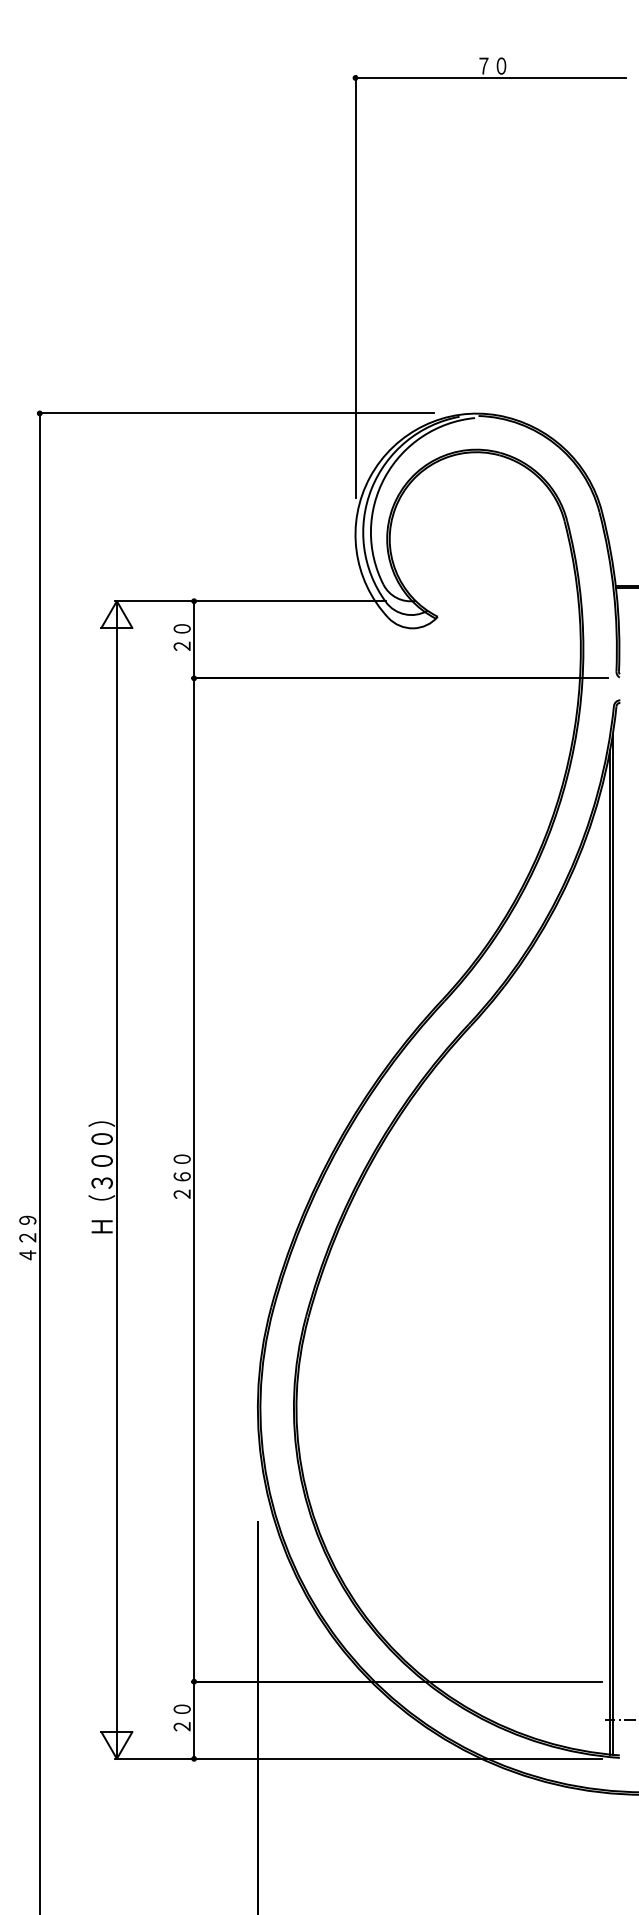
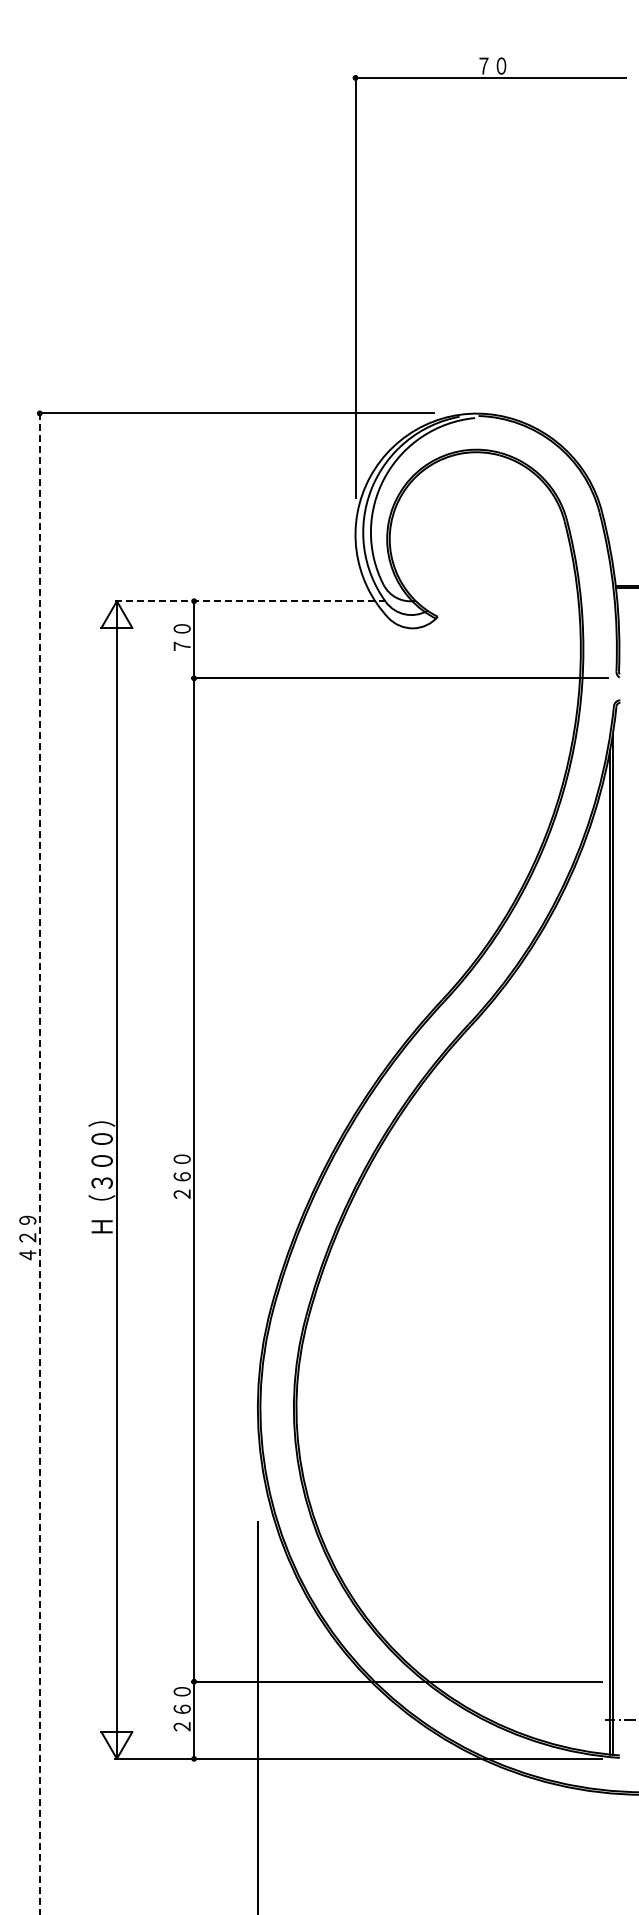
line at (249, 601): solid -> dashed
text at (181, 645): ２０ -> ７０
line at (39, 1164): solid -> dashed
text at (181, 1700): ２０ -> ２６０
